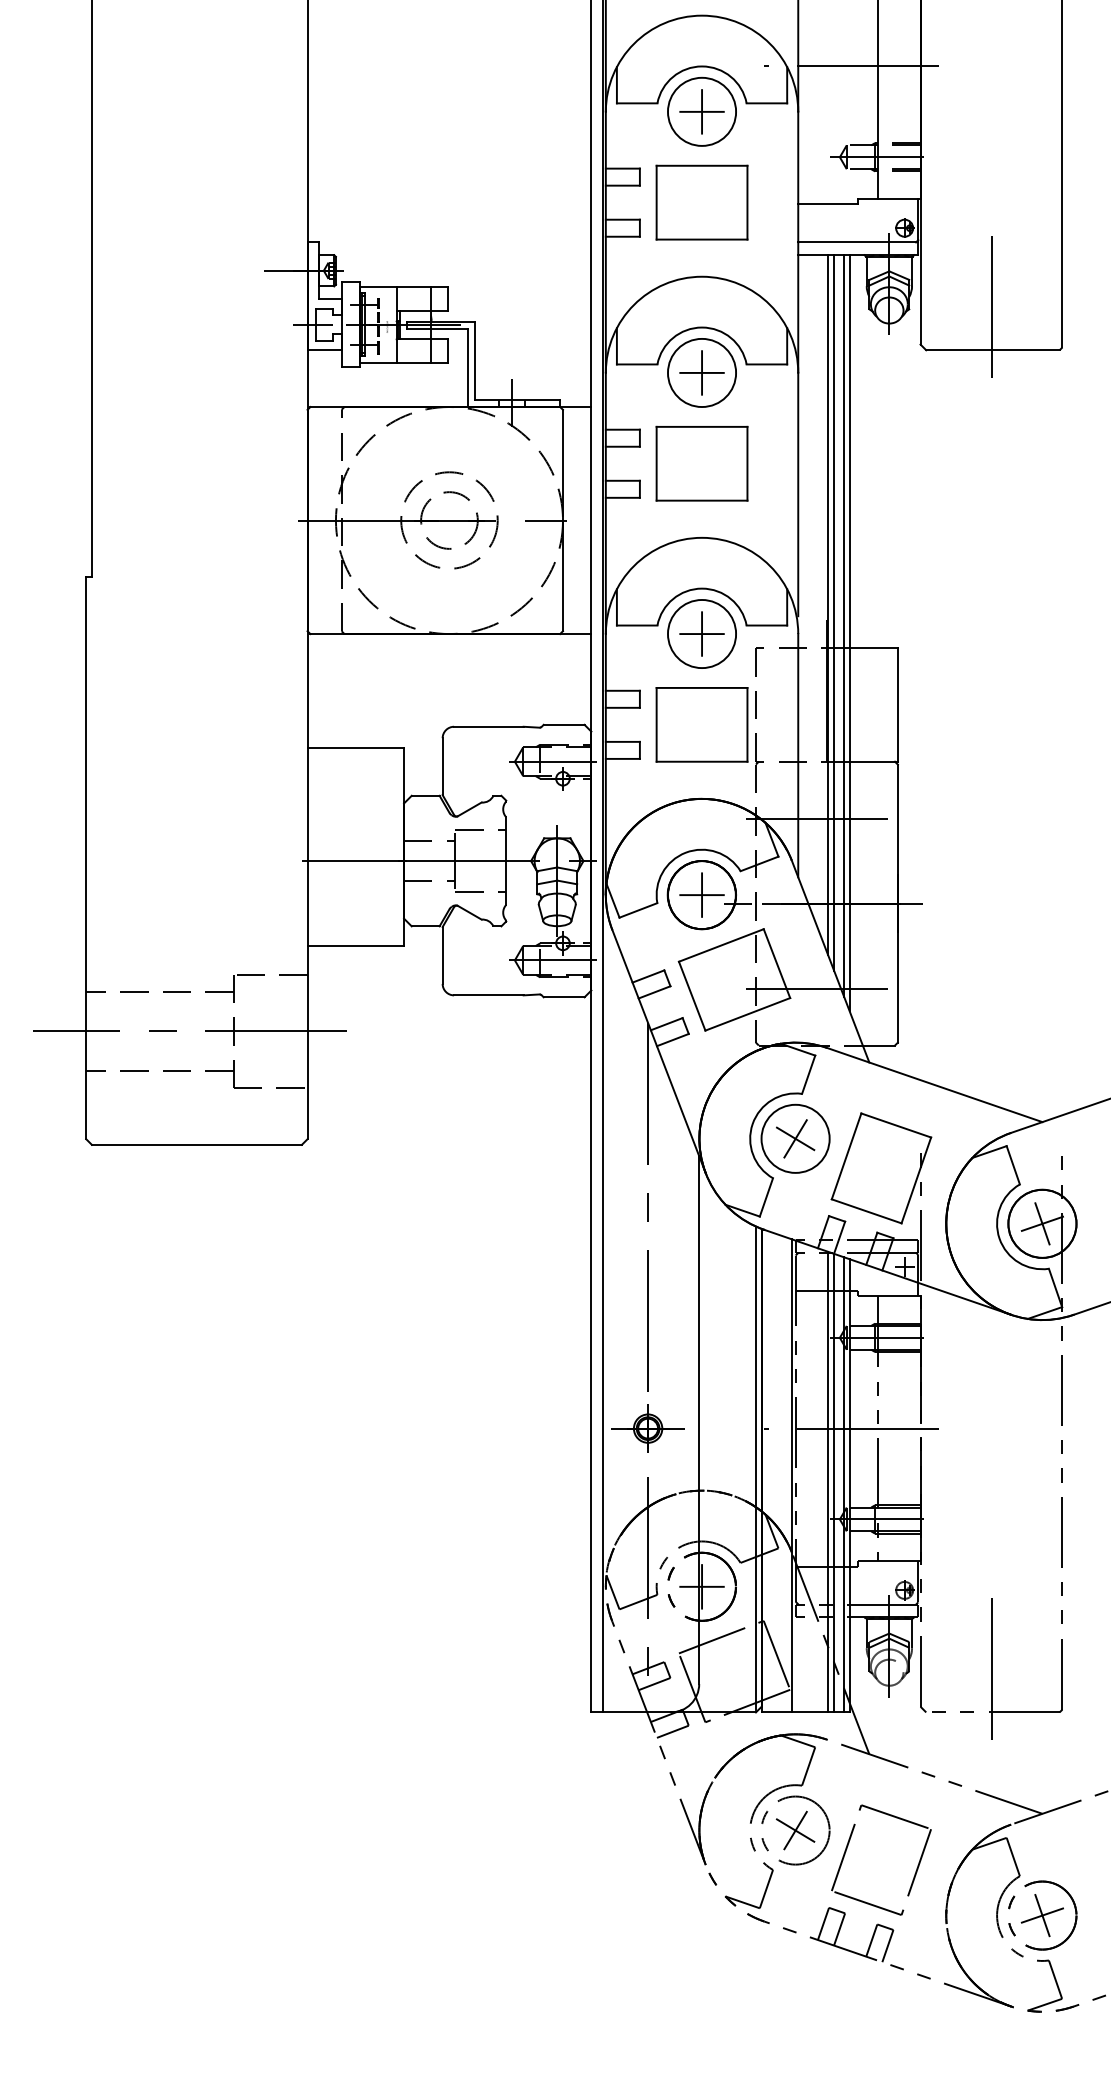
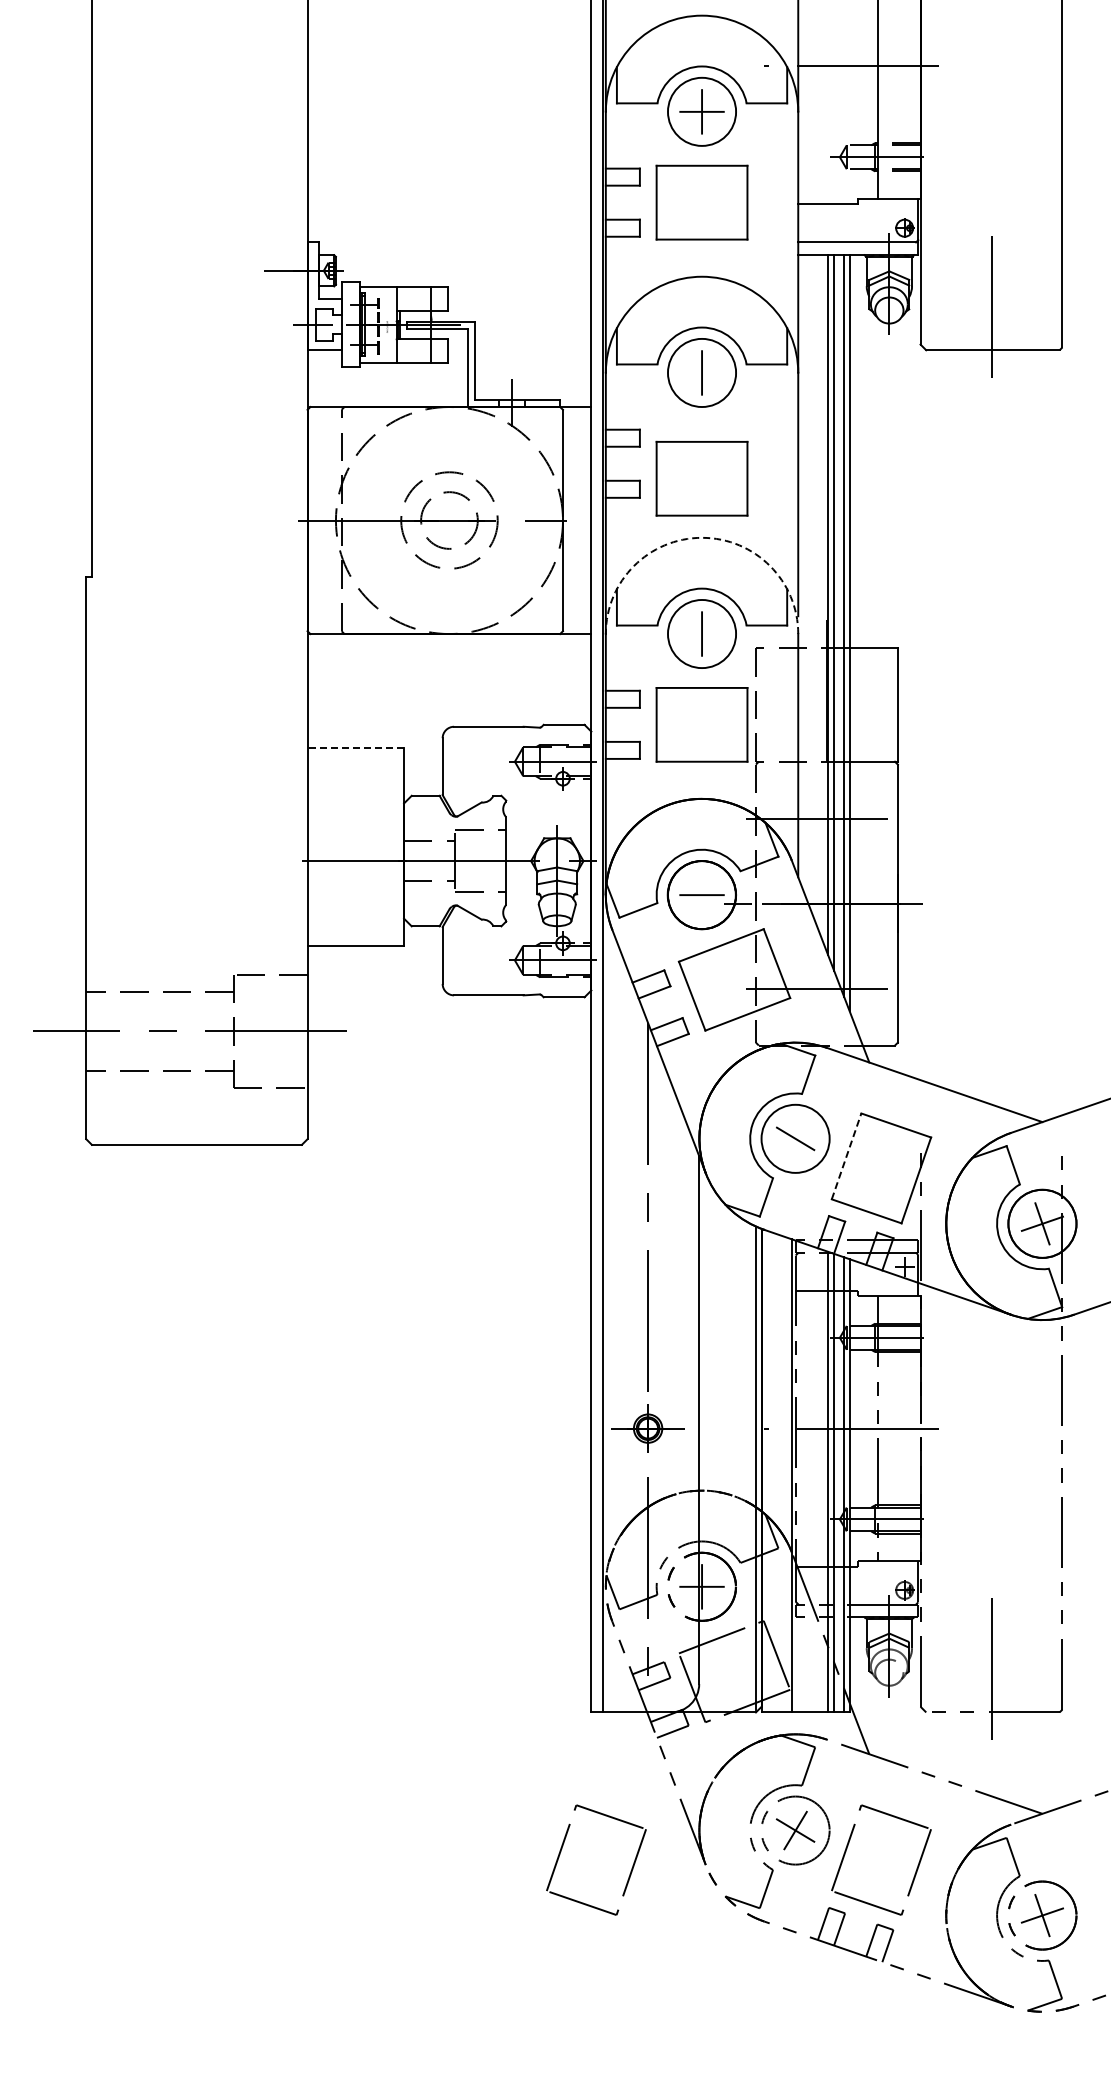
line at (701, 372): present -> none
part at (701, 463) position: (701, 463) -> (701, 478)
arc at (702, 537): solid -> dashed
line at (701, 634): present -> none
line at (355, 747): solid -> dashed
line at (702, 894): present -> none
line at (795, 1138): present -> none
line at (846, 1155): solid -> dashed
part at (562, 1849): none -> present
